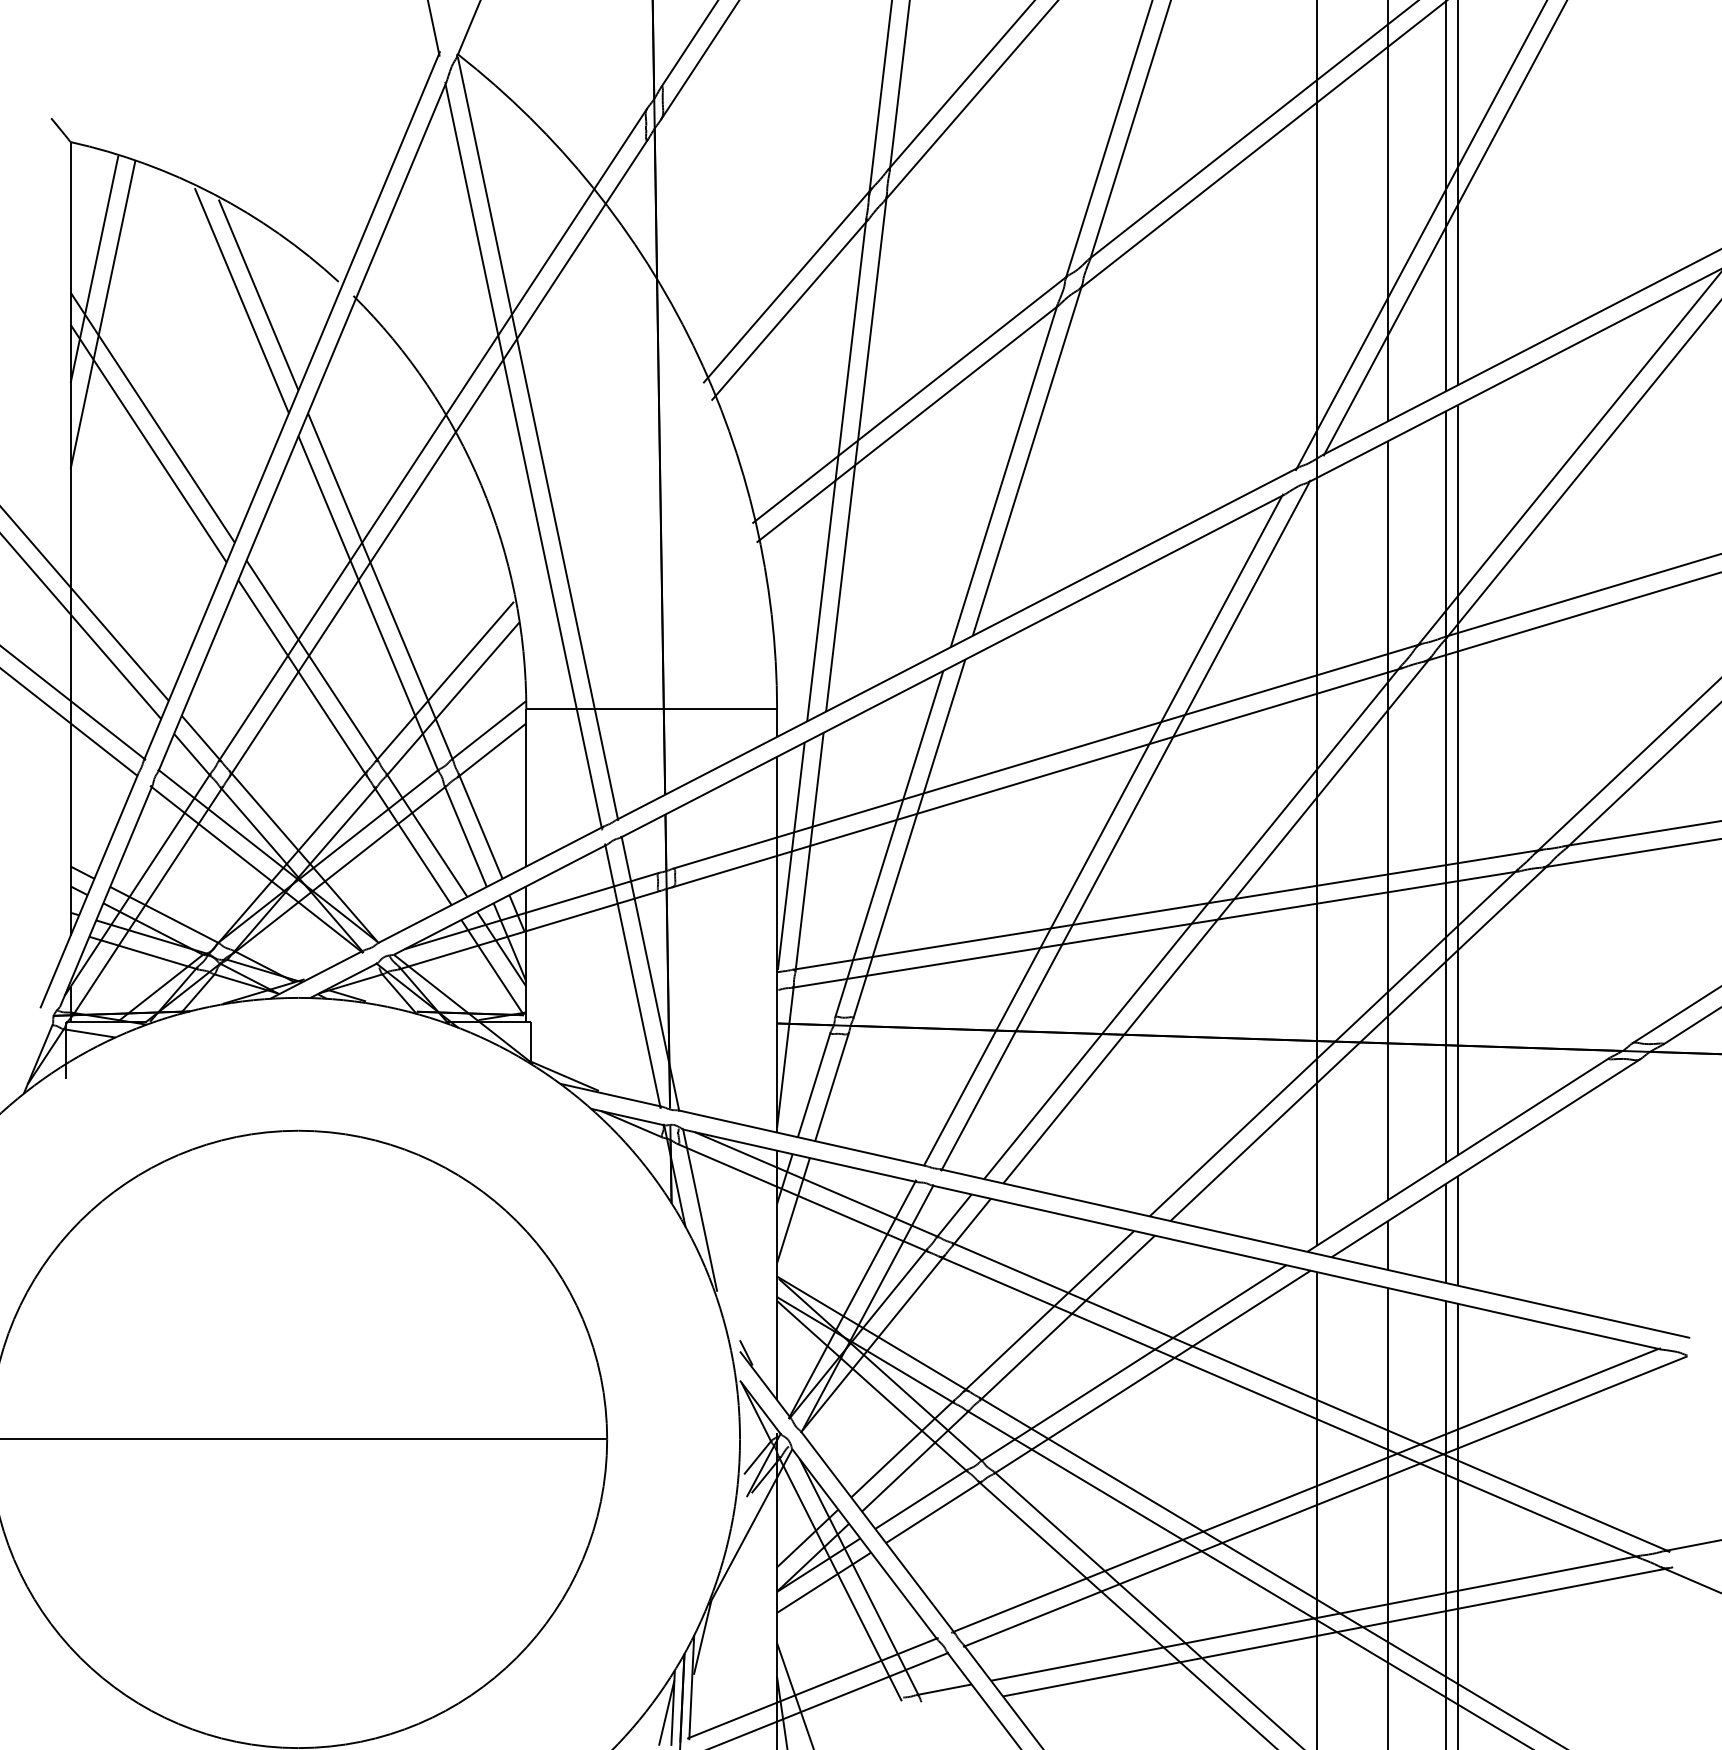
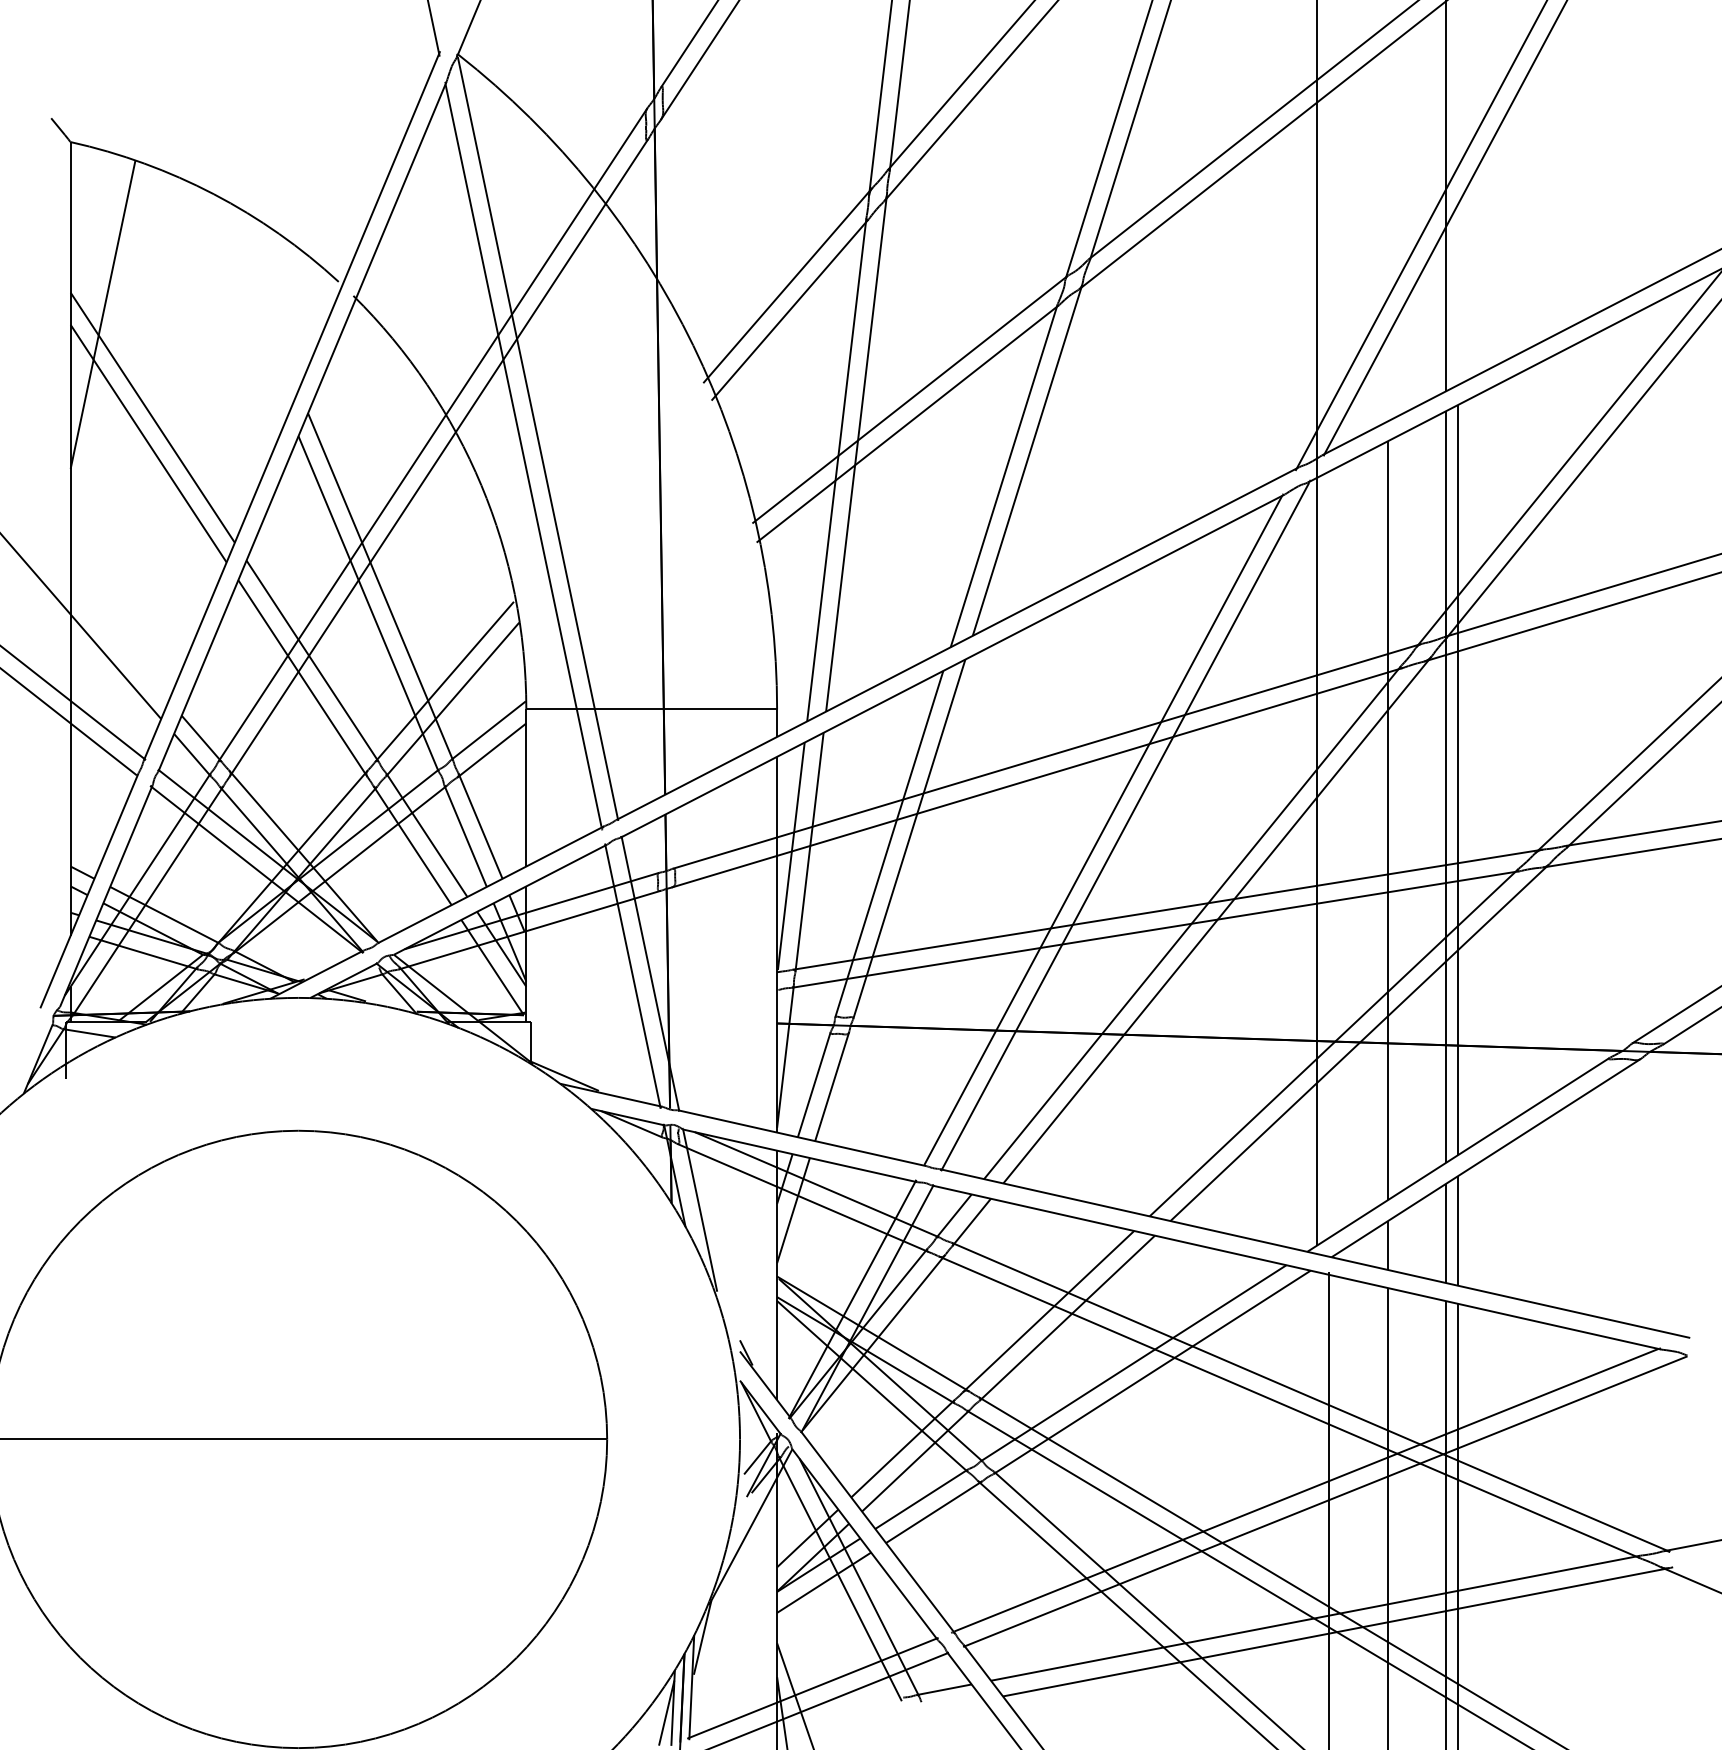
line at (1458, 193): present -> none
line at (1387, 211): present -> none
line at (94, 269): present -> none
line at (258, 294): present -> none
line at (241, 300): present -> none
line at (85, 604): present -> none
line at (1316, 1509) position: (1316, 1509) -> (1328, 1509)
